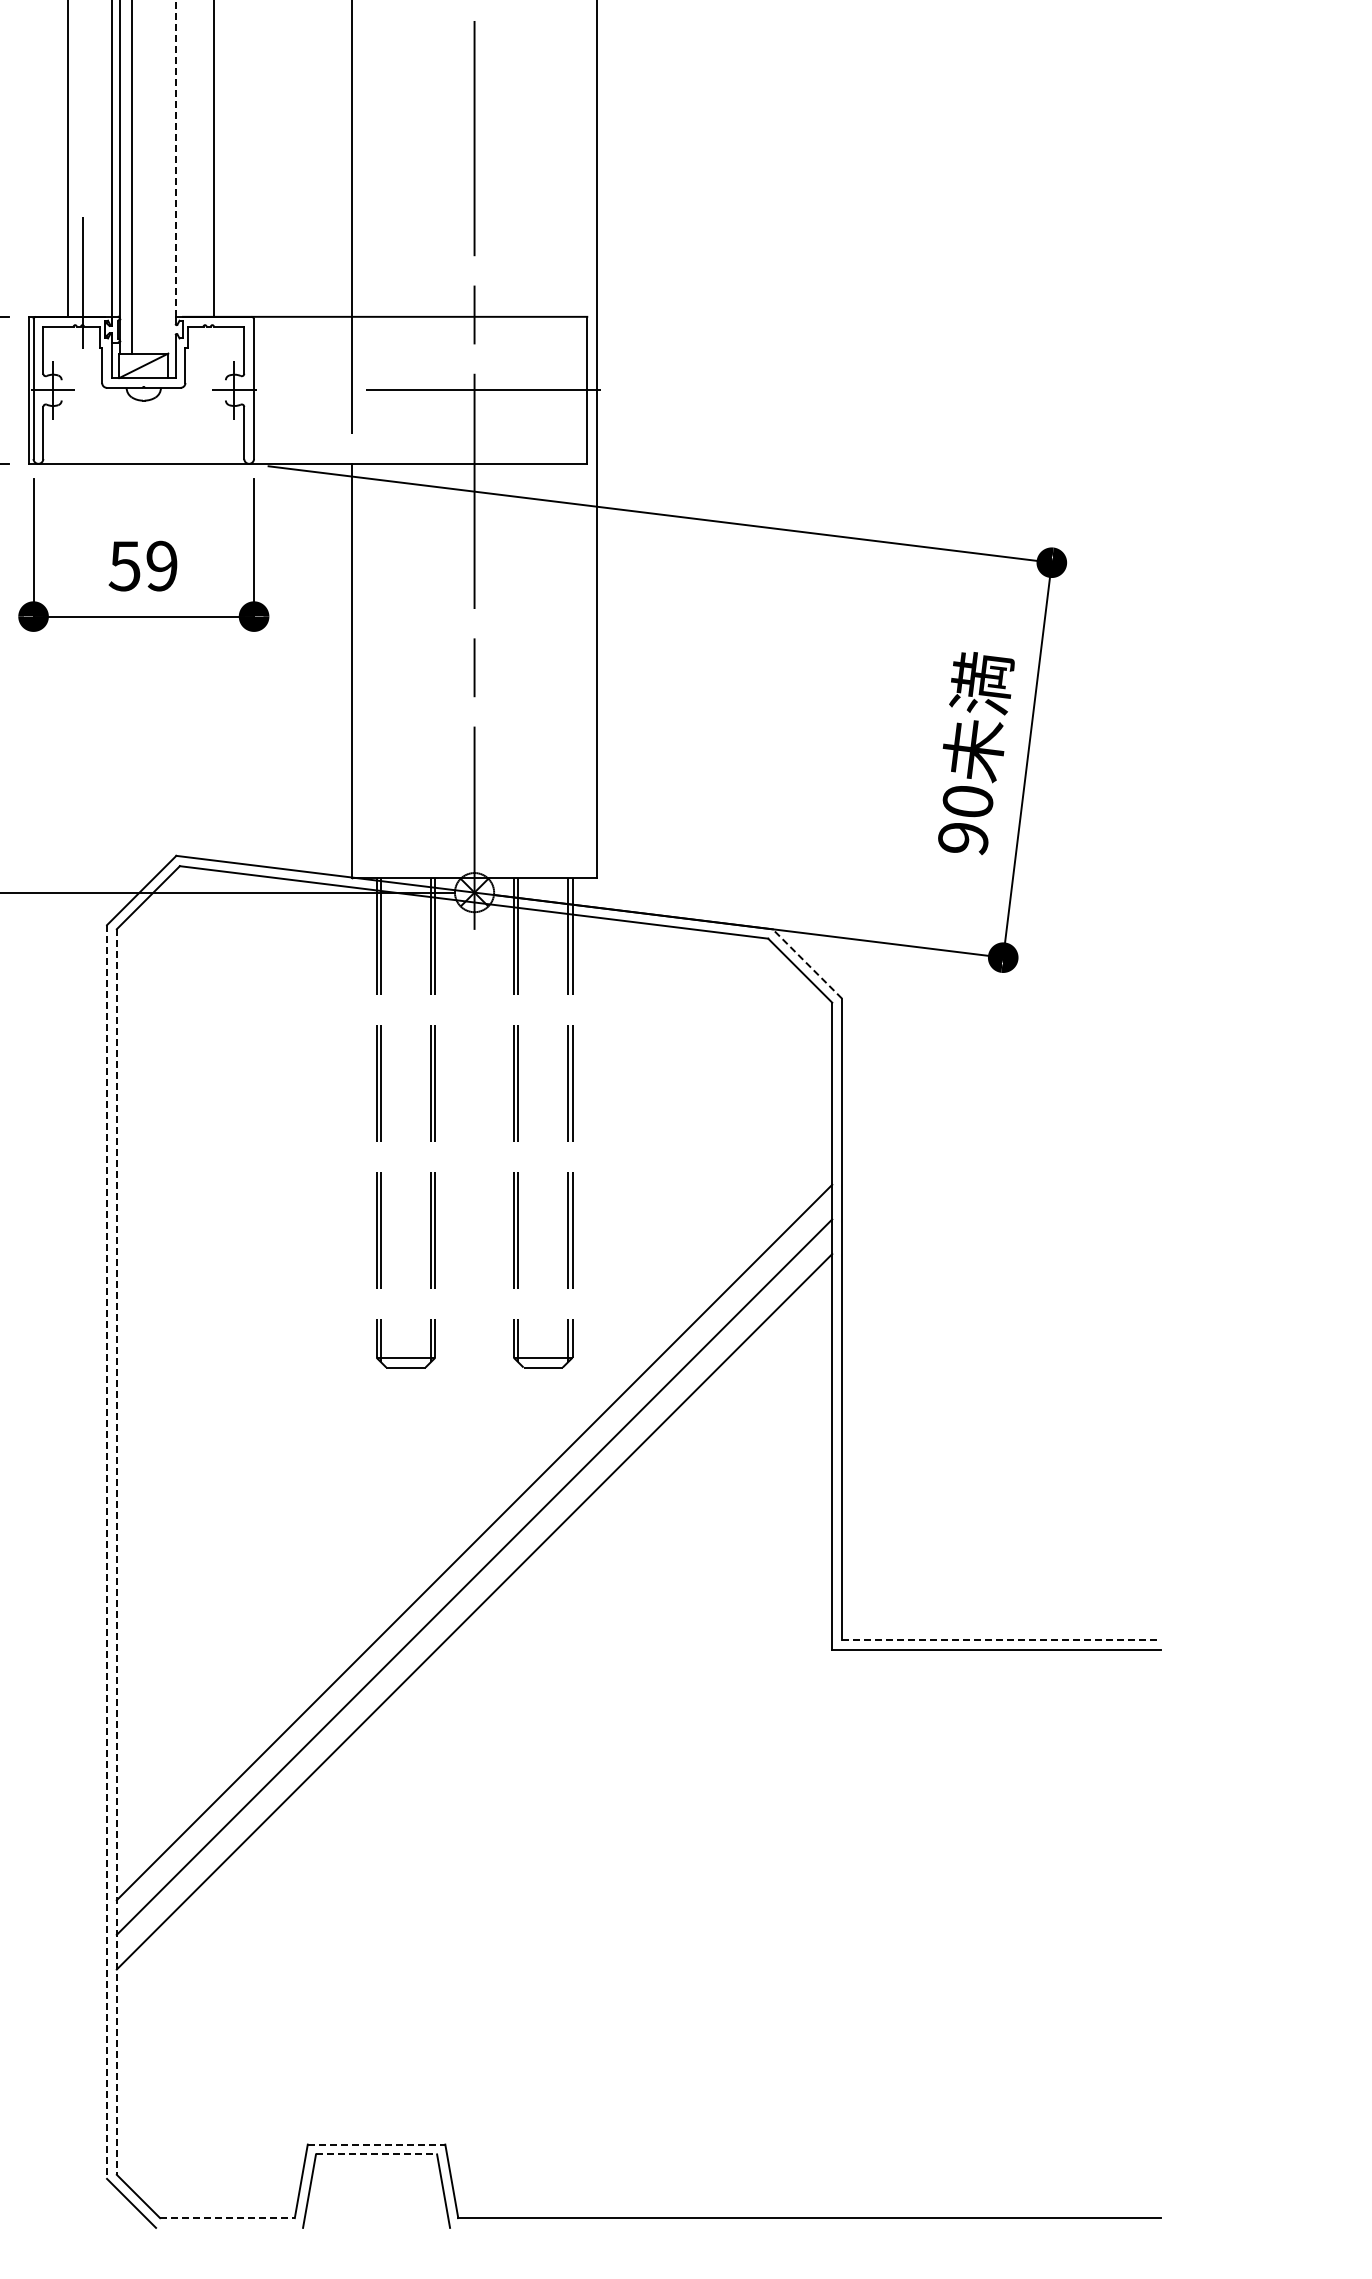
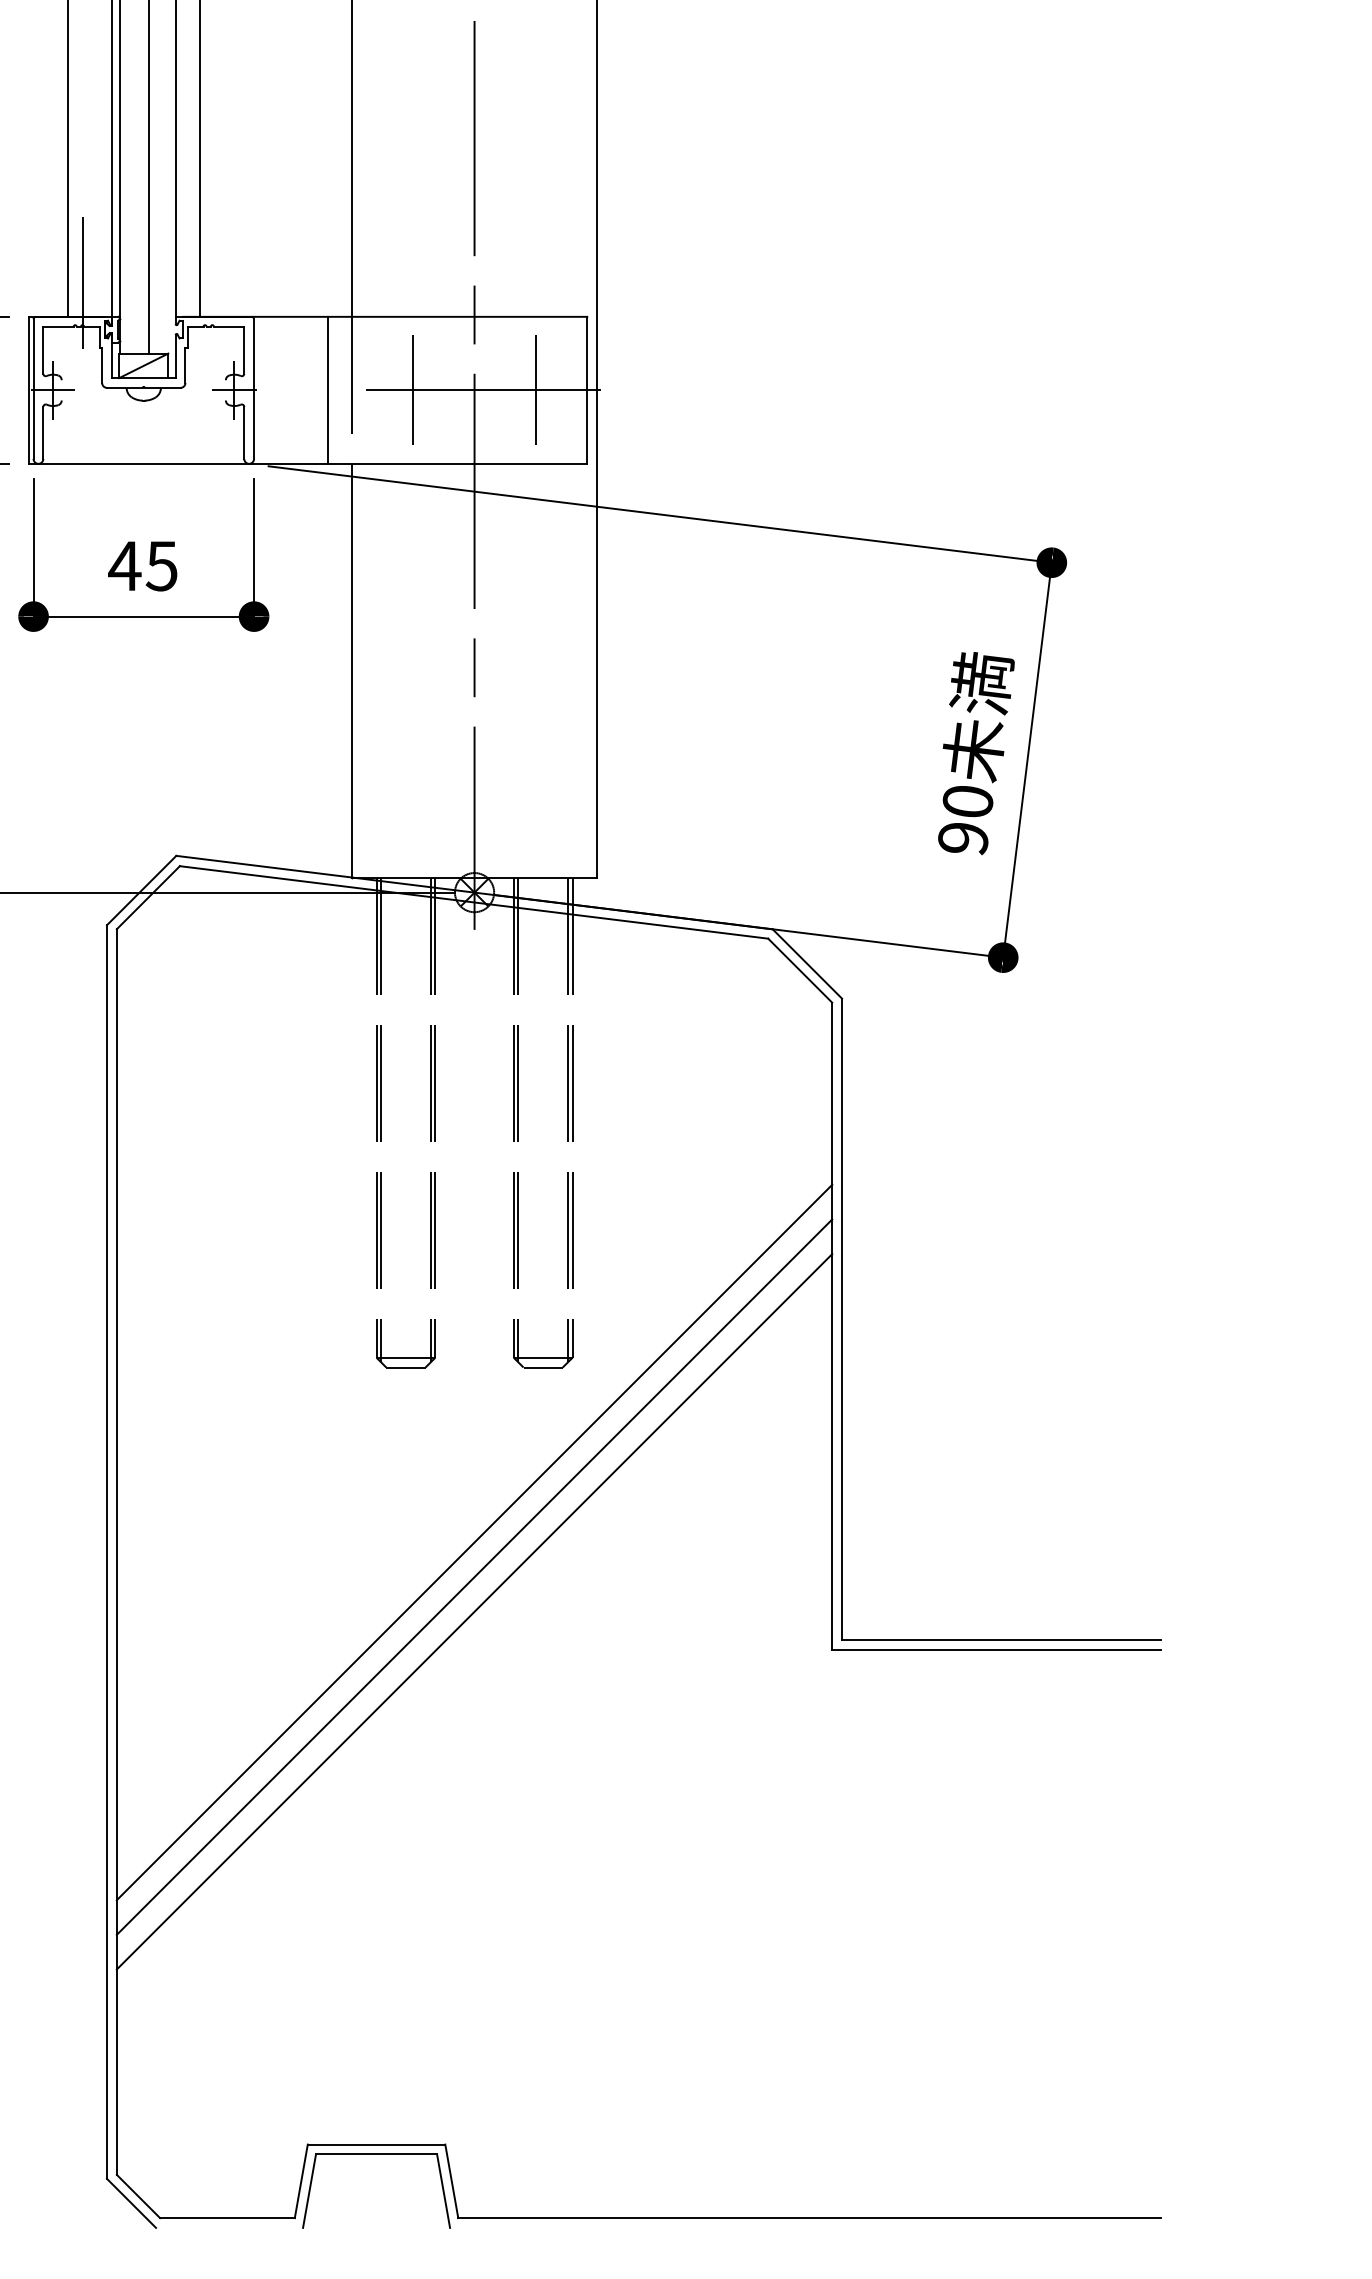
line at (175, 157): dashed -> solid
line at (214, 159) position: (214, 159) -> (200, 159)
line at (132, 177) position: (132, 177) -> (149, 177)
line at (327, 389): none -> present
line at (413, 390): none -> present
line at (535, 390): none -> present
text at (142, 565): 59 -> 45
line at (807, 964): dashed -> solid
line at (107, 1552): dashed -> solid
line at (116, 1552): dashed -> solid
line at (1002, 1639): dashed -> solid
line at (376, 2144): dashed -> solid
line at (376, 2154): dashed -> solid
line at (227, 2218): dashed -> solid
